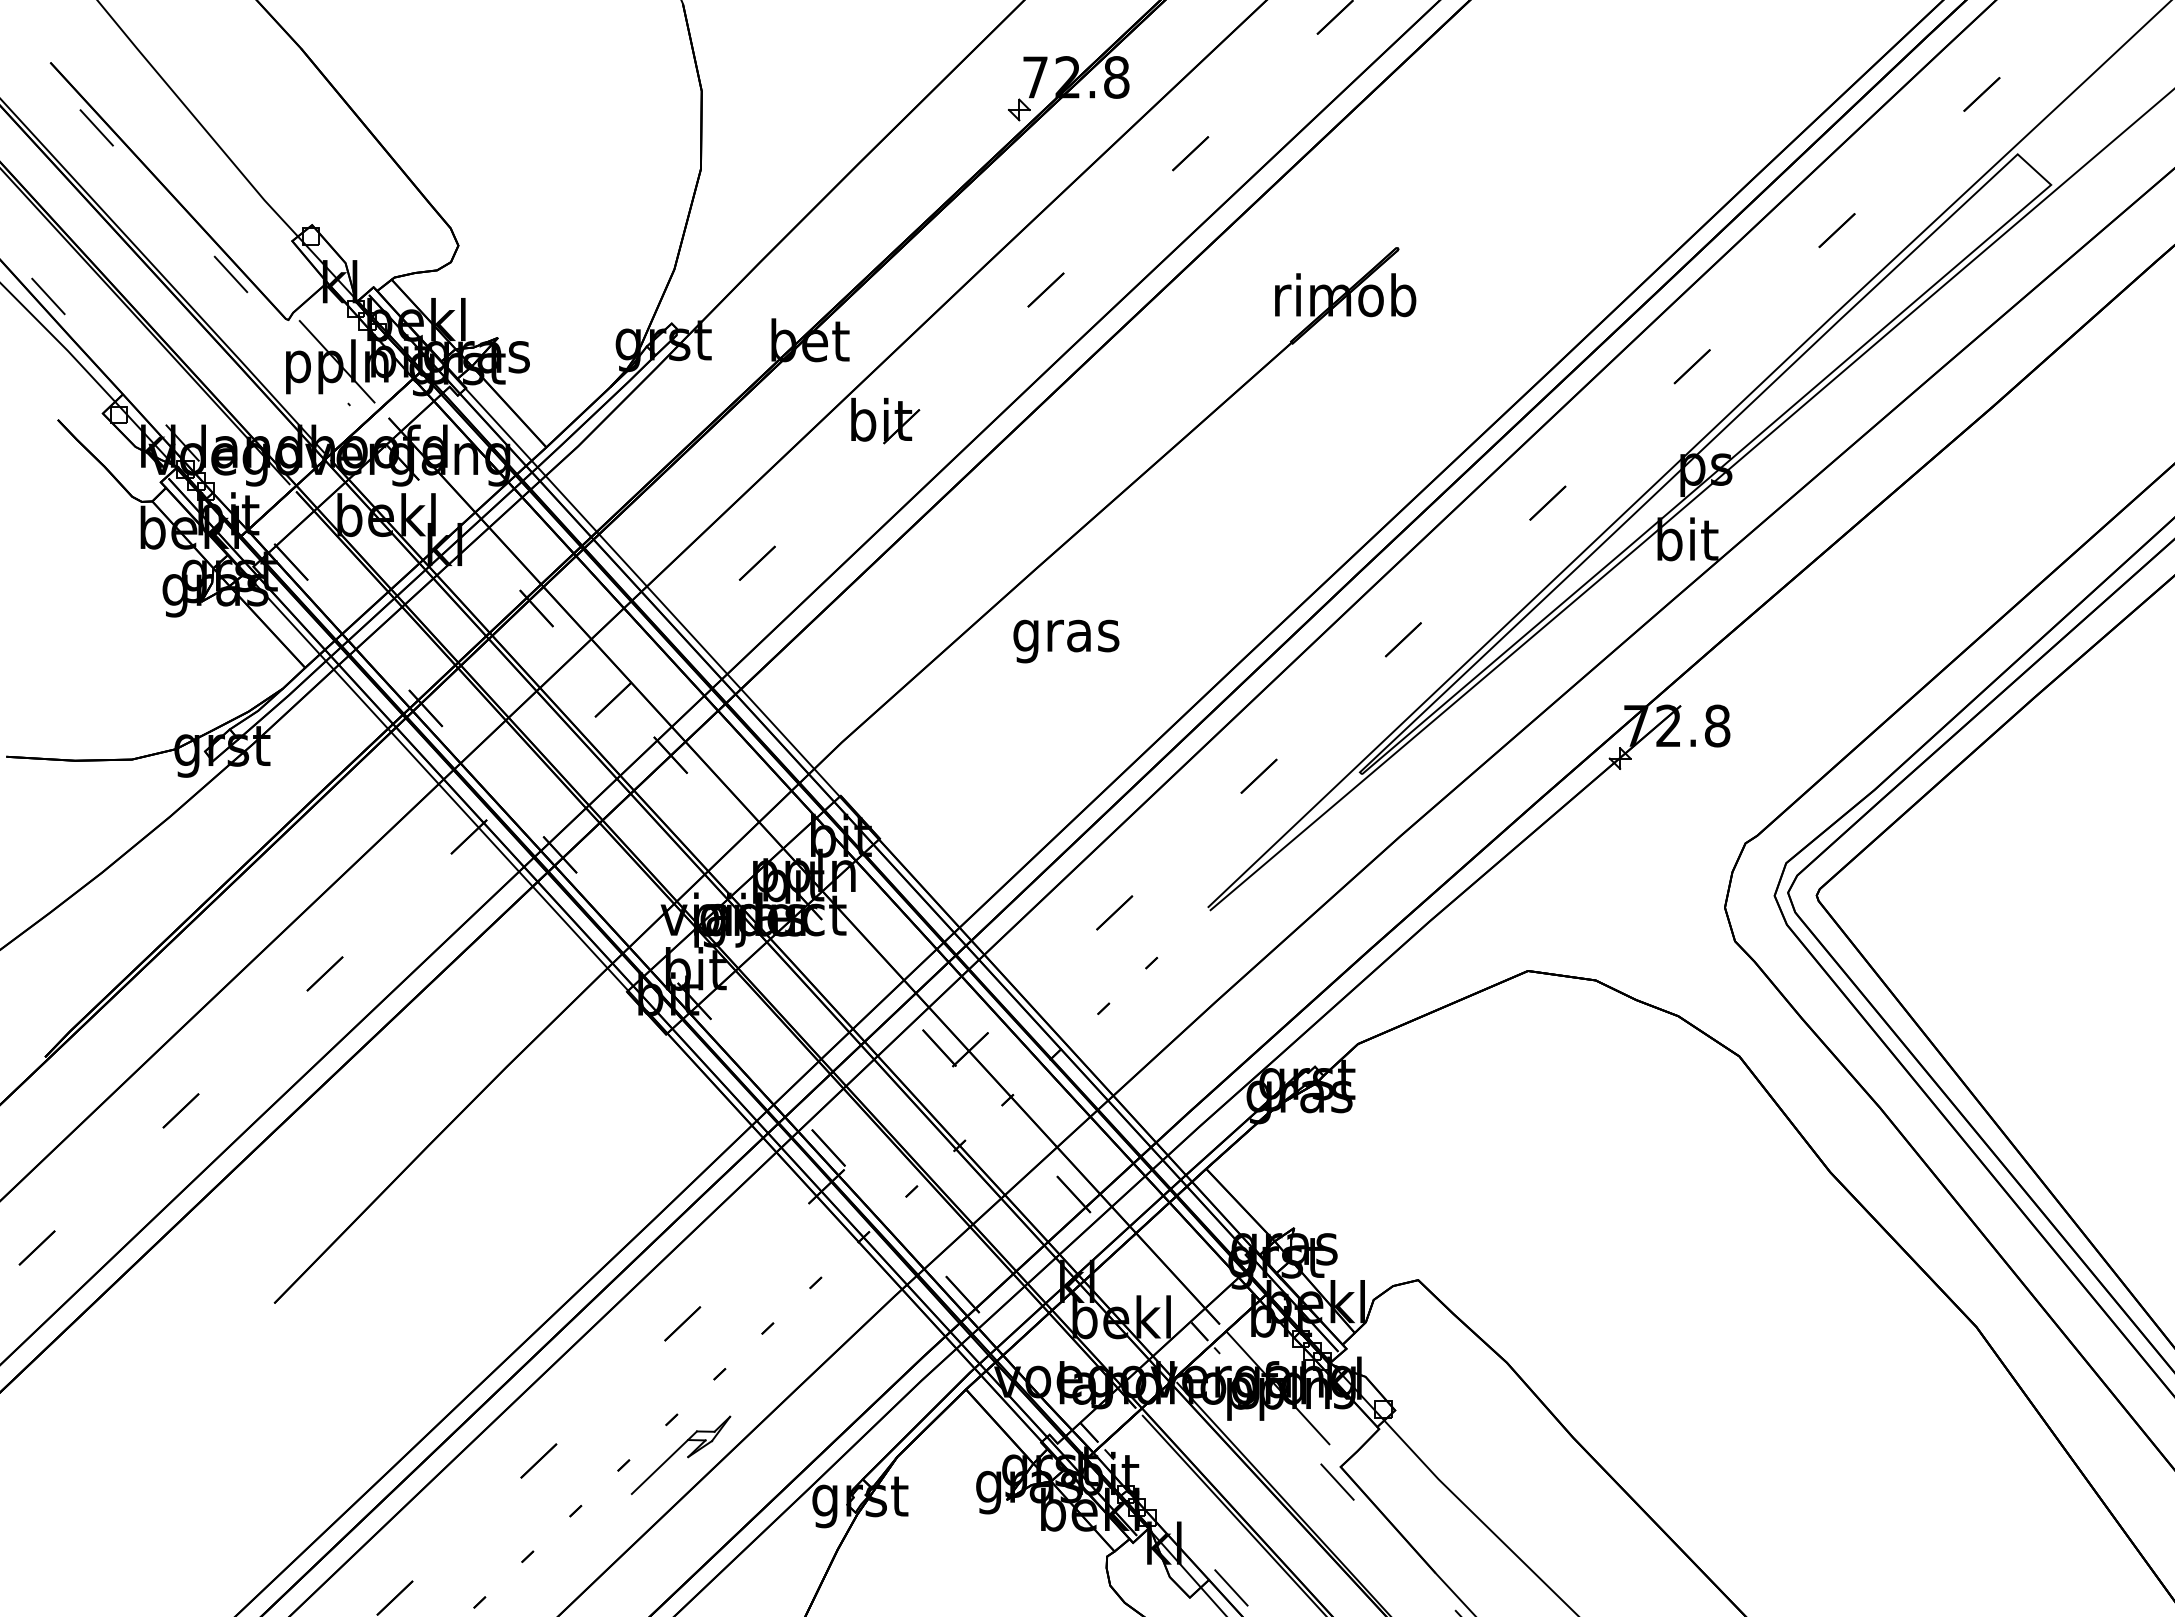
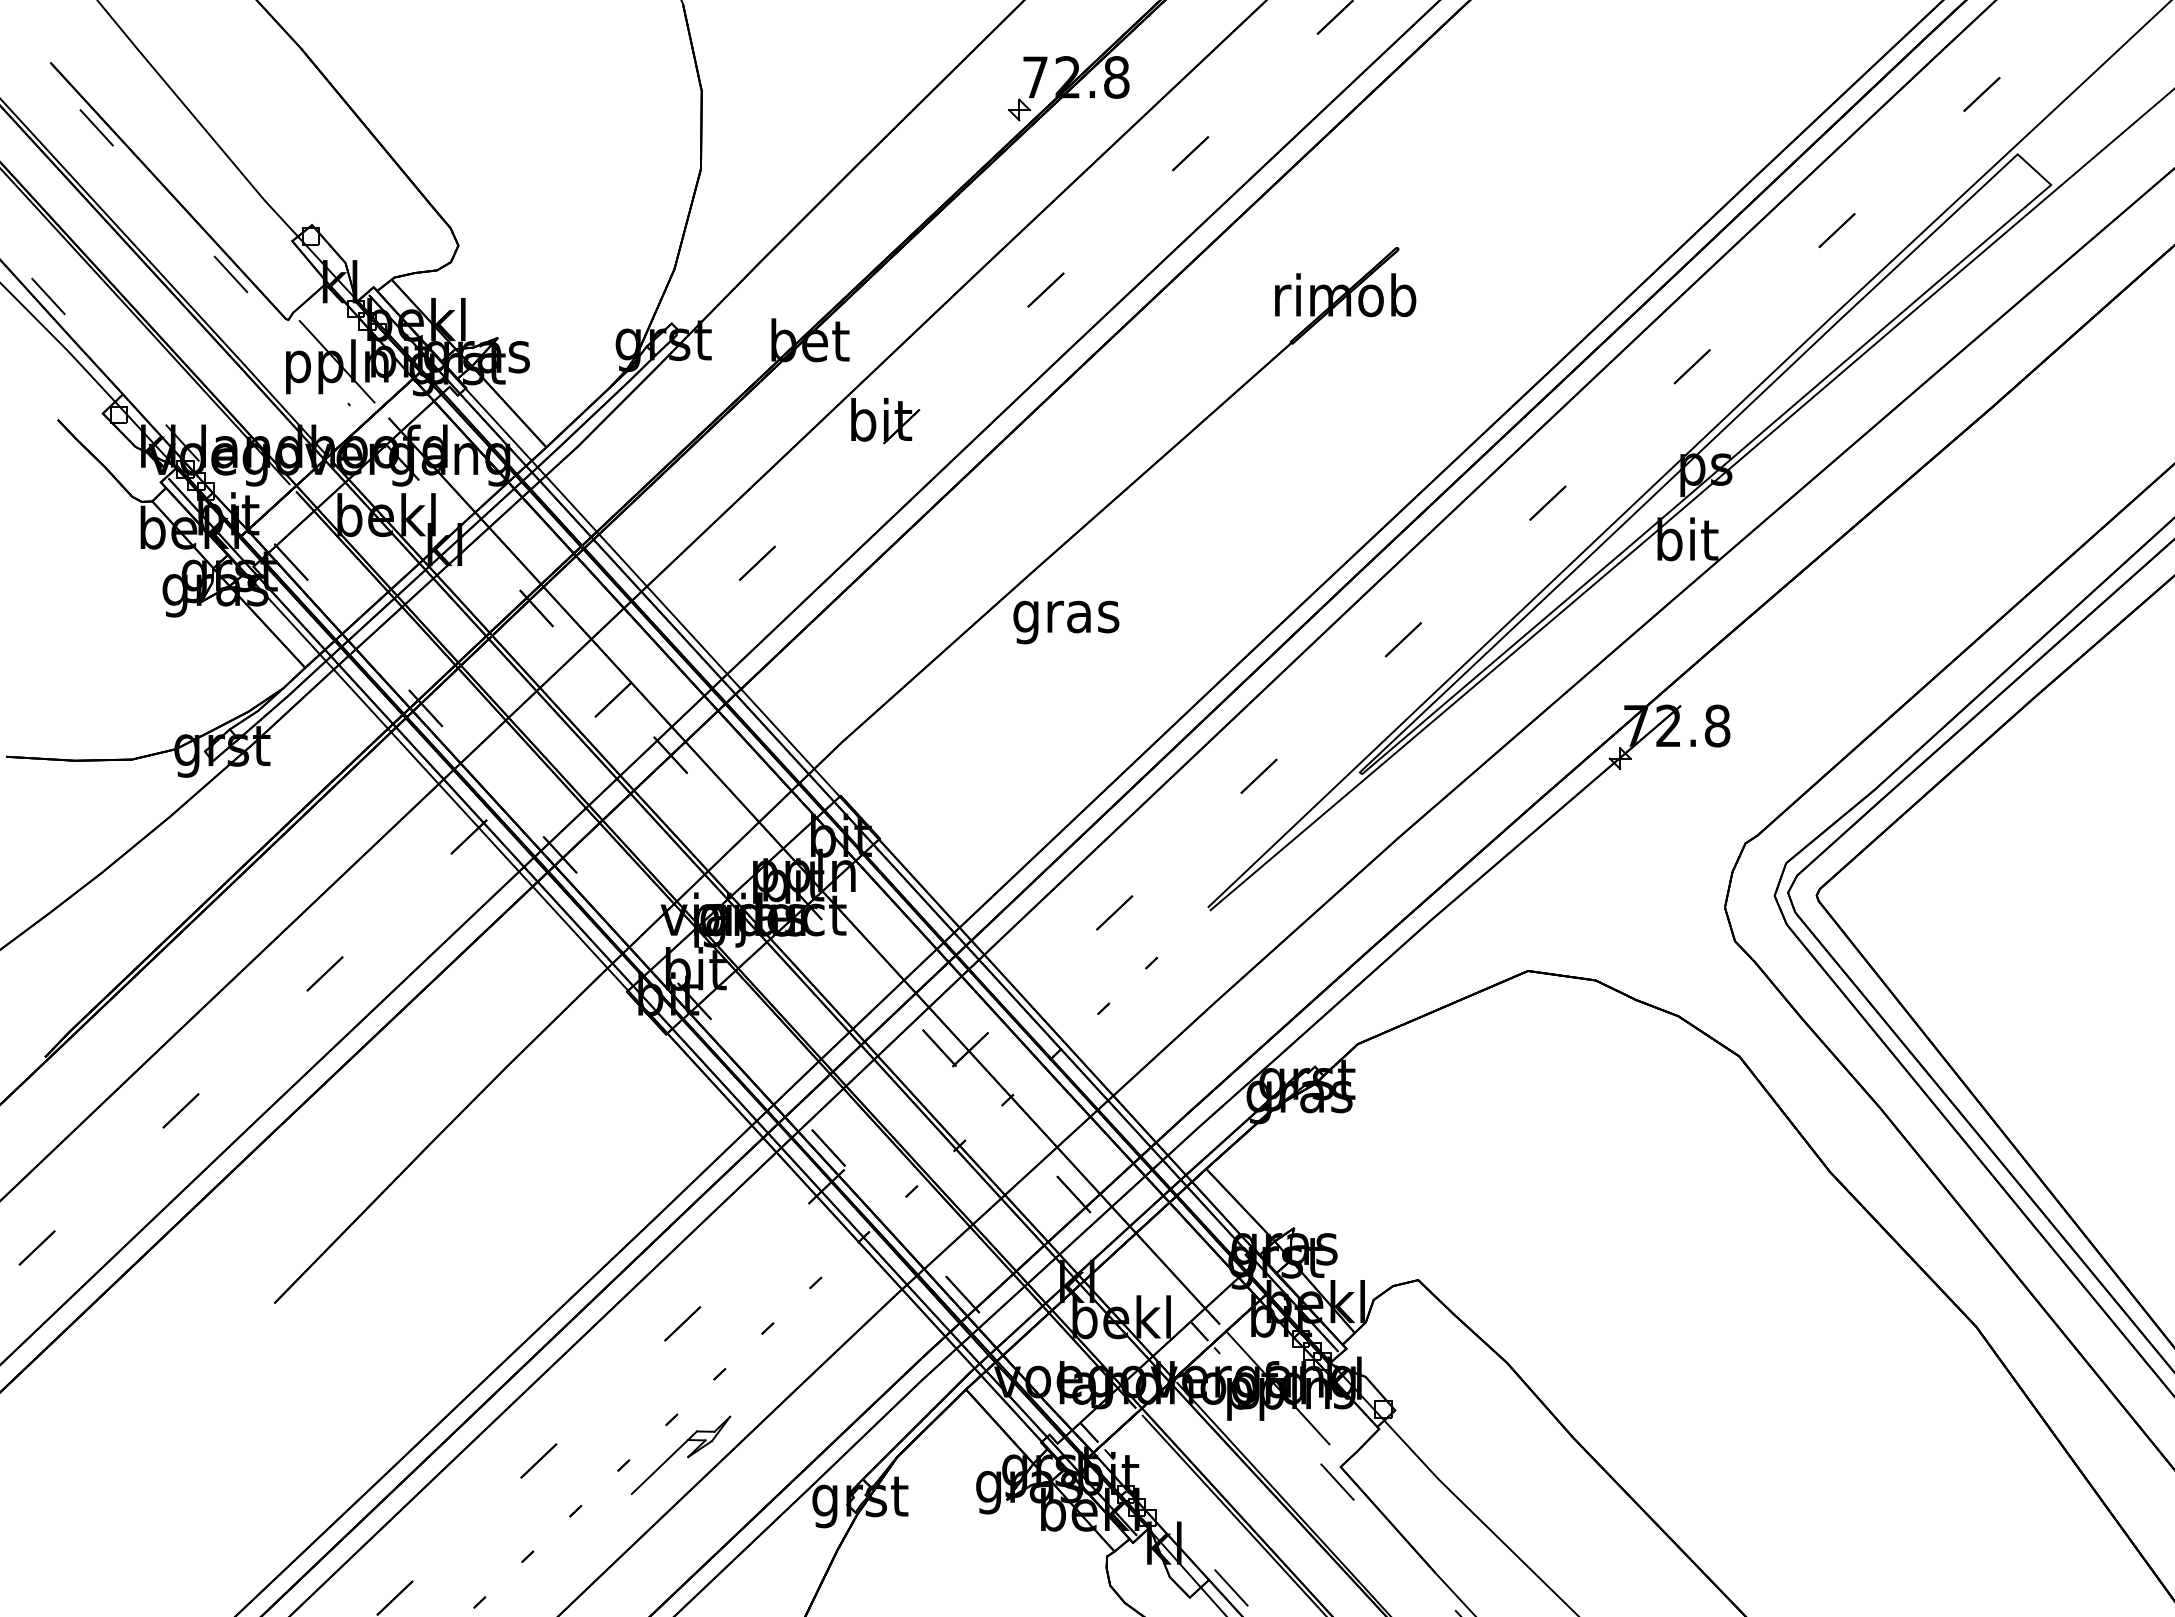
text at (1066, 641) position: (1066, 641) -> (1066, 622)
